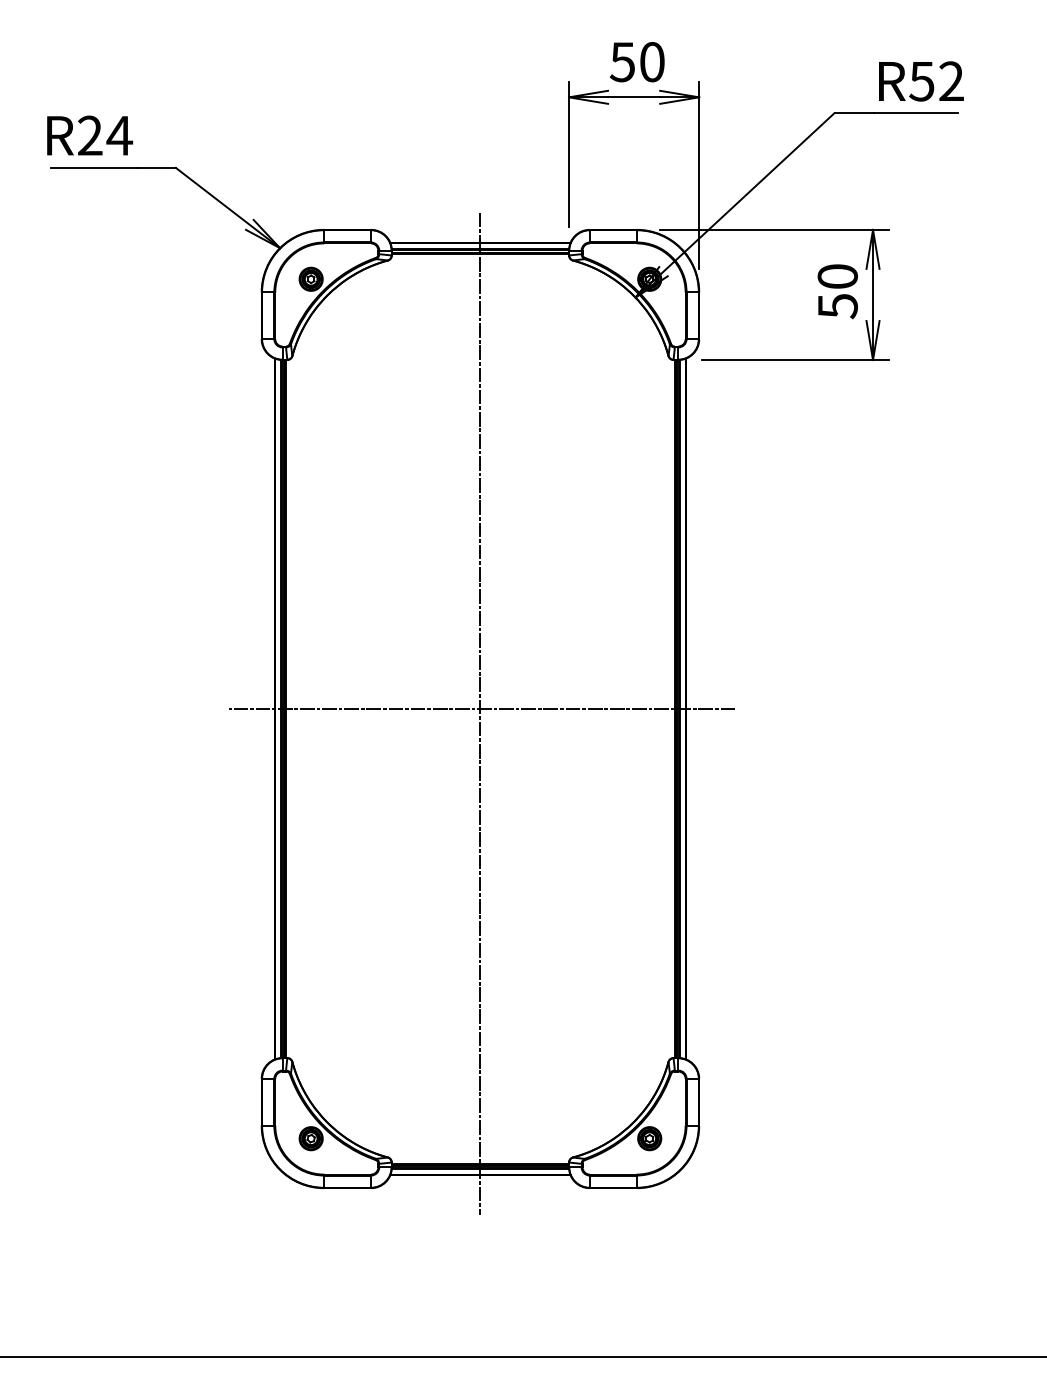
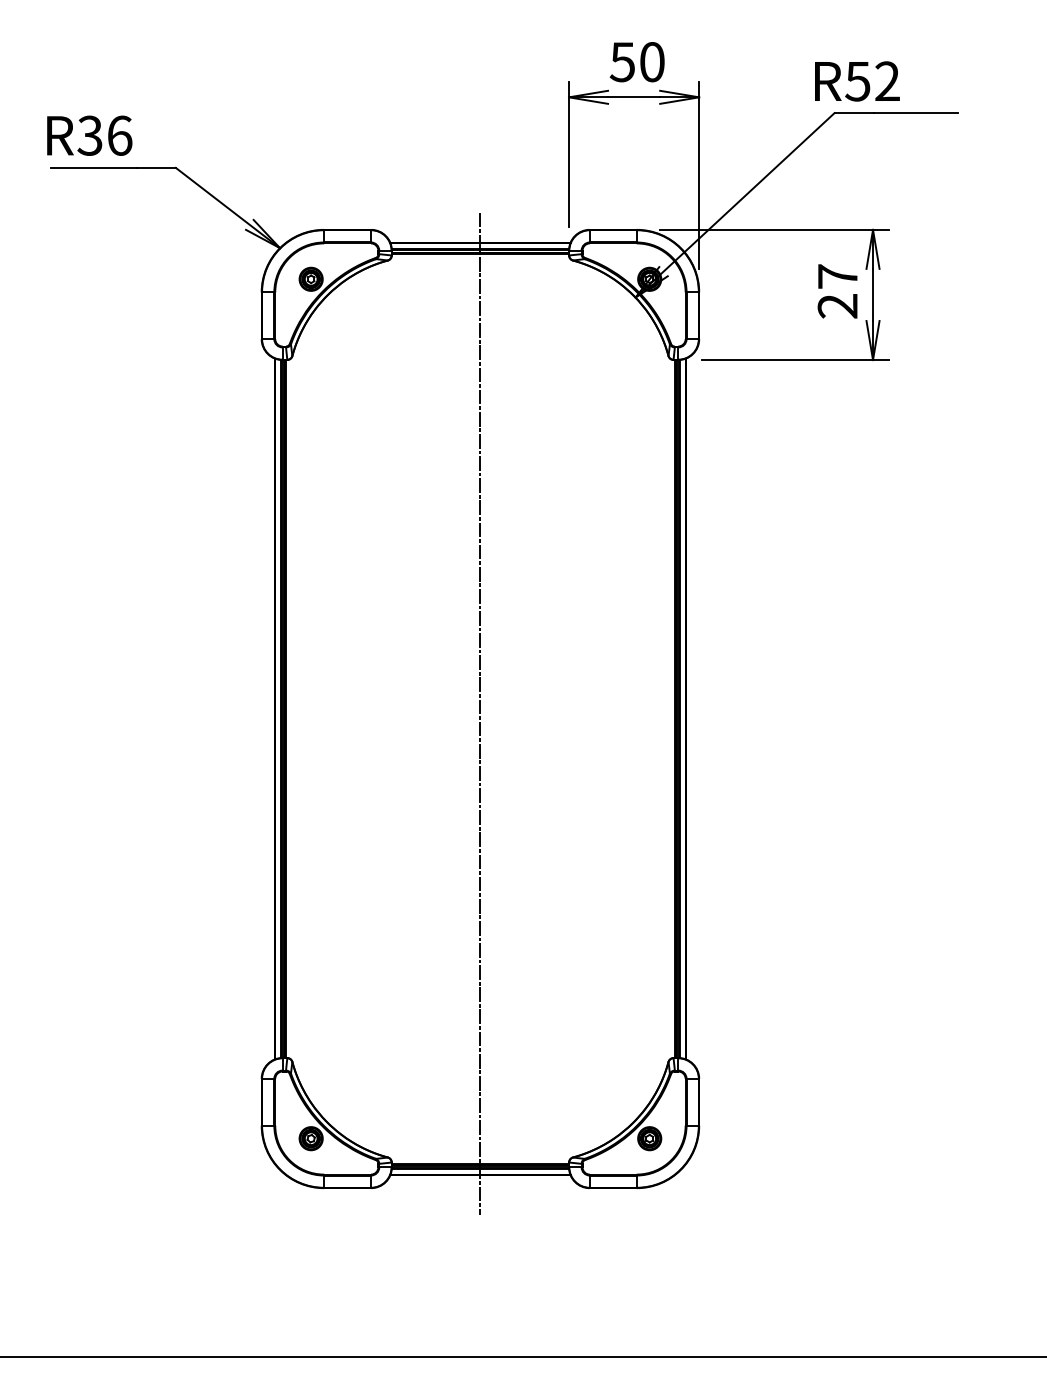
text at (921, 81) position: (921, 81) -> (857, 81)
text at (105, 135): R24 -> R36
text at (837, 291): 50 -> 27
line at (481, 709): present -> none
